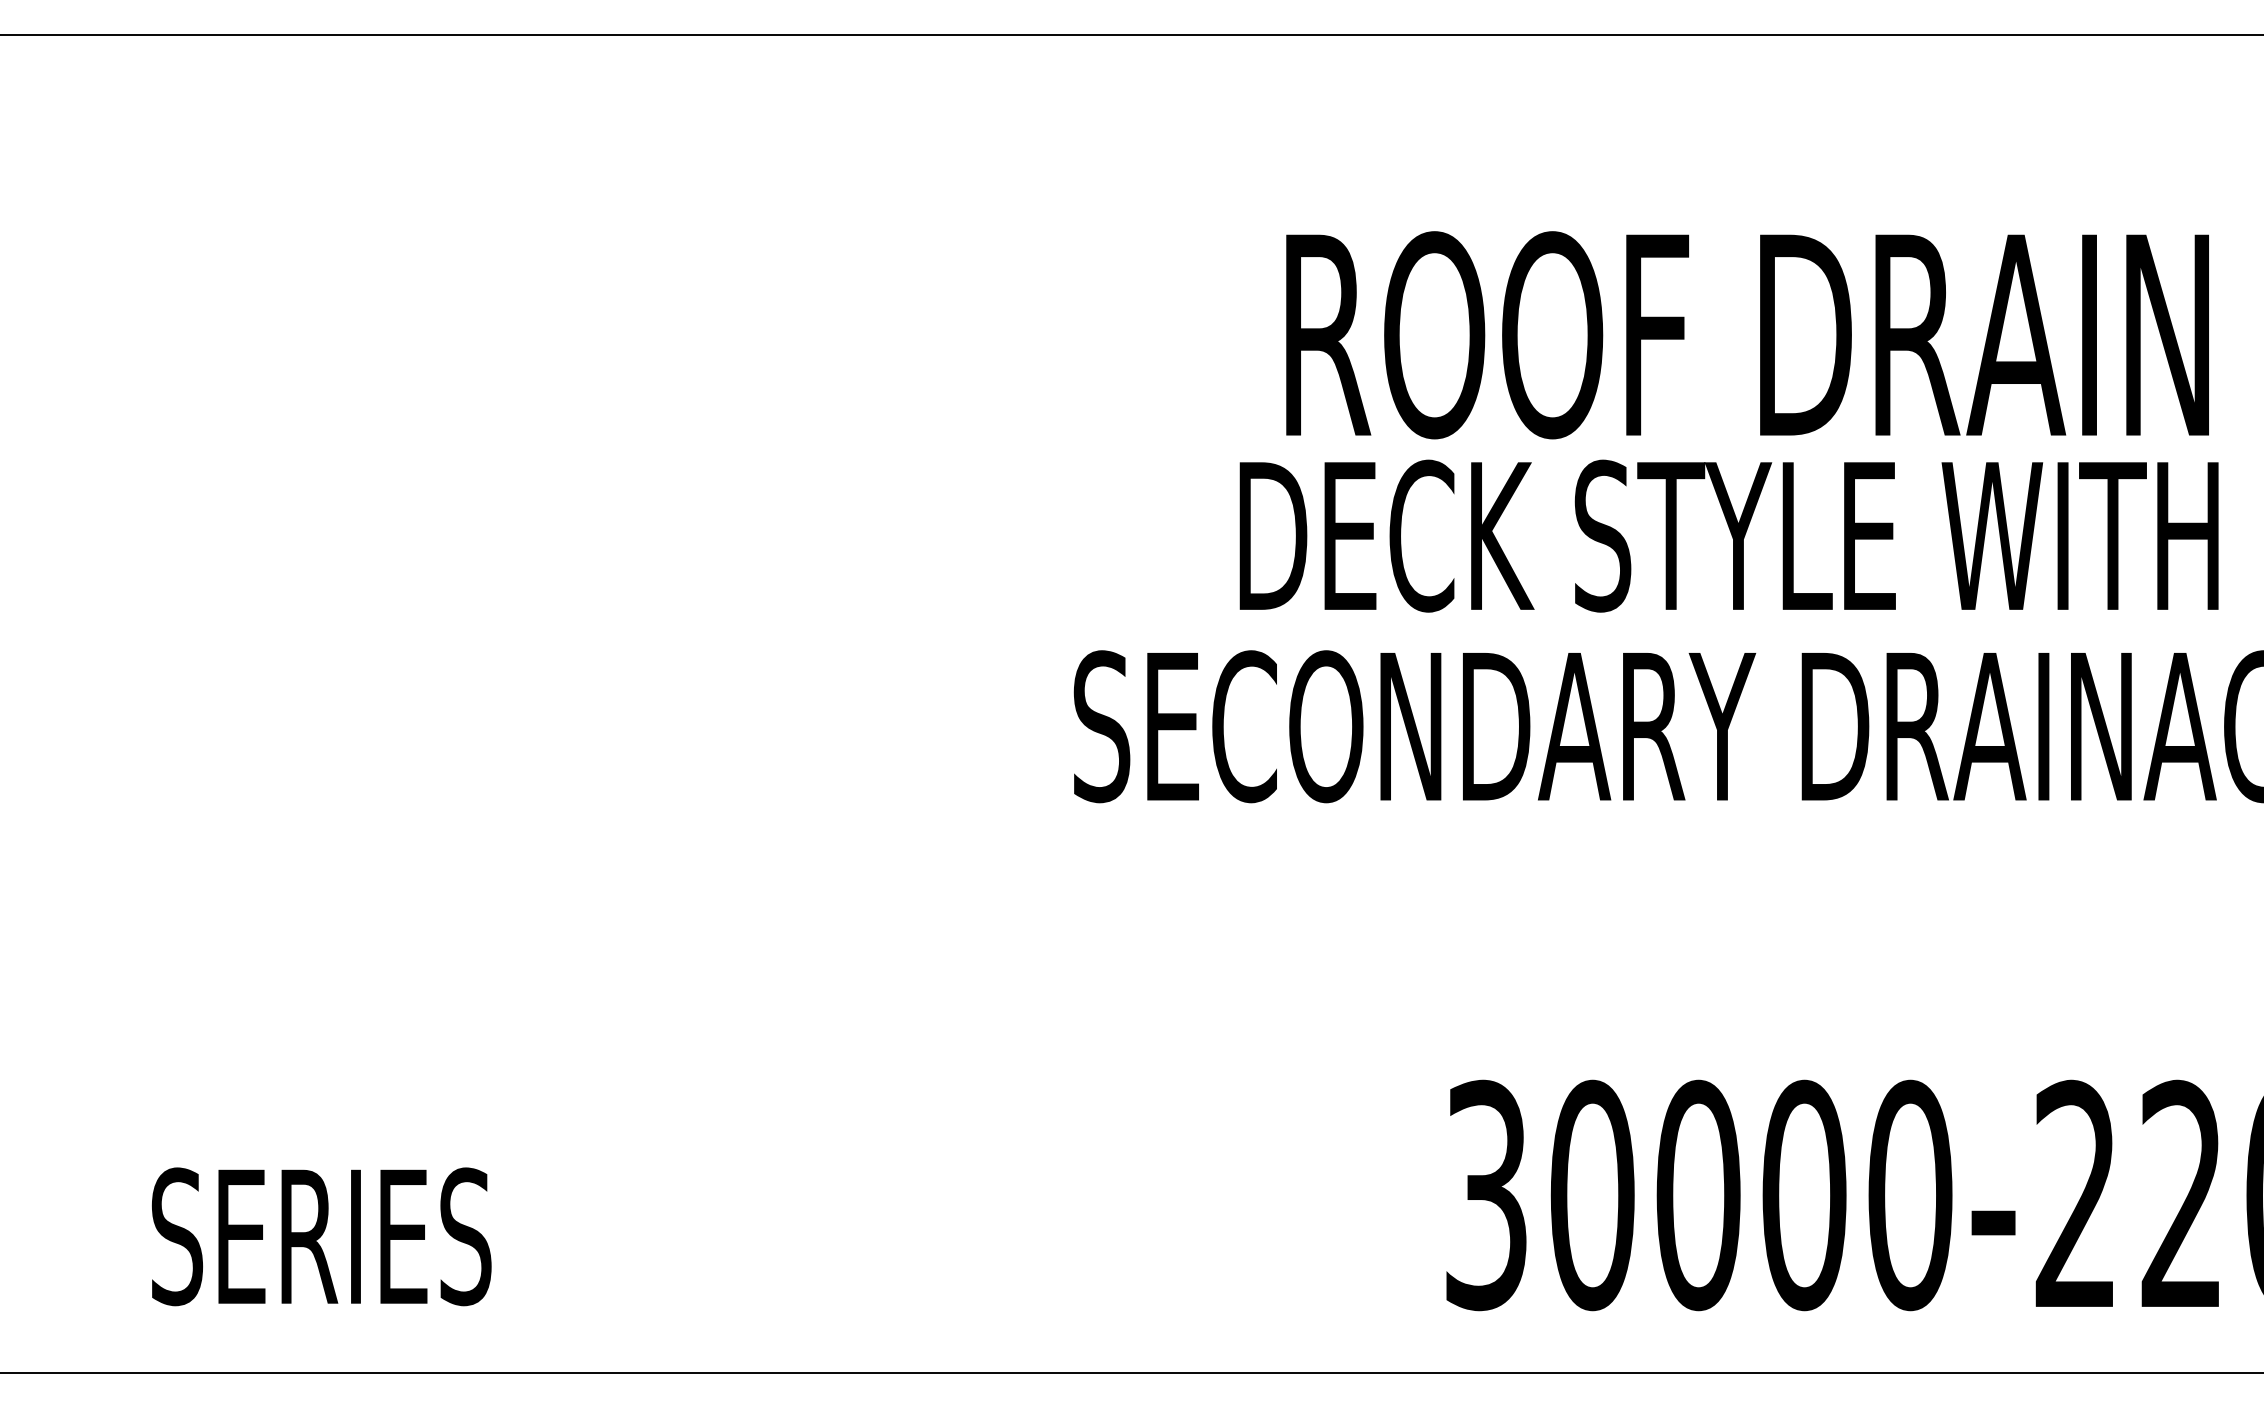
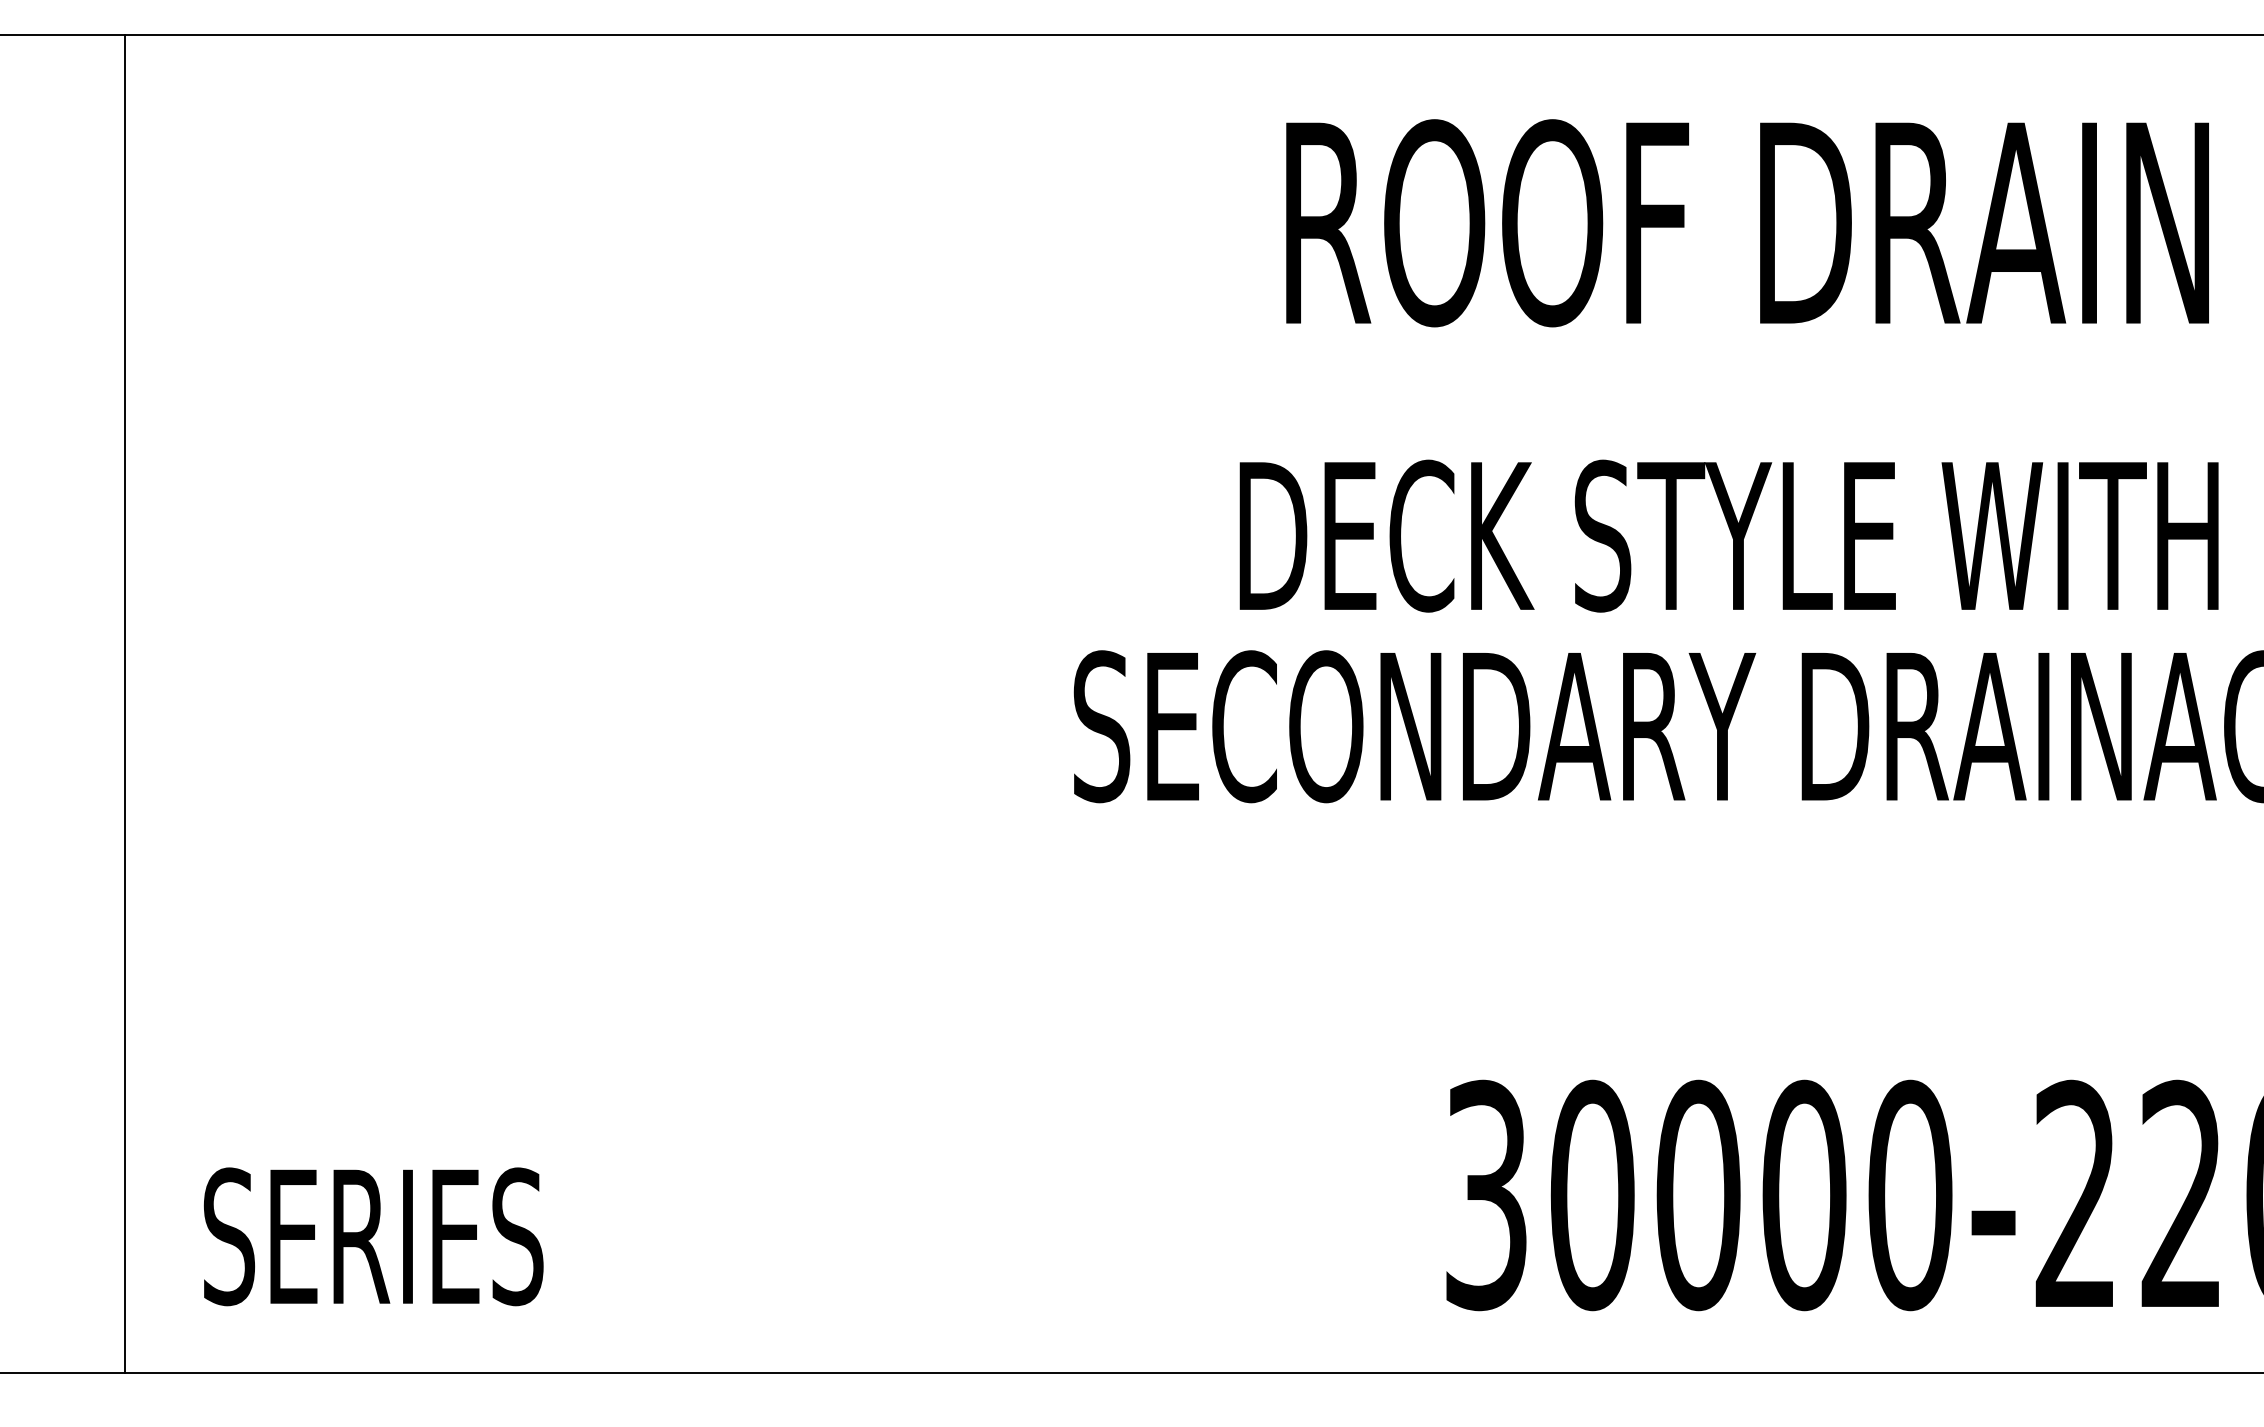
text at (1747, 335) position: (1747, 335) -> (1747, 223)
line at (124, 703): none -> present
text at (321, 1236) position: (321, 1236) -> (373, 1236)
